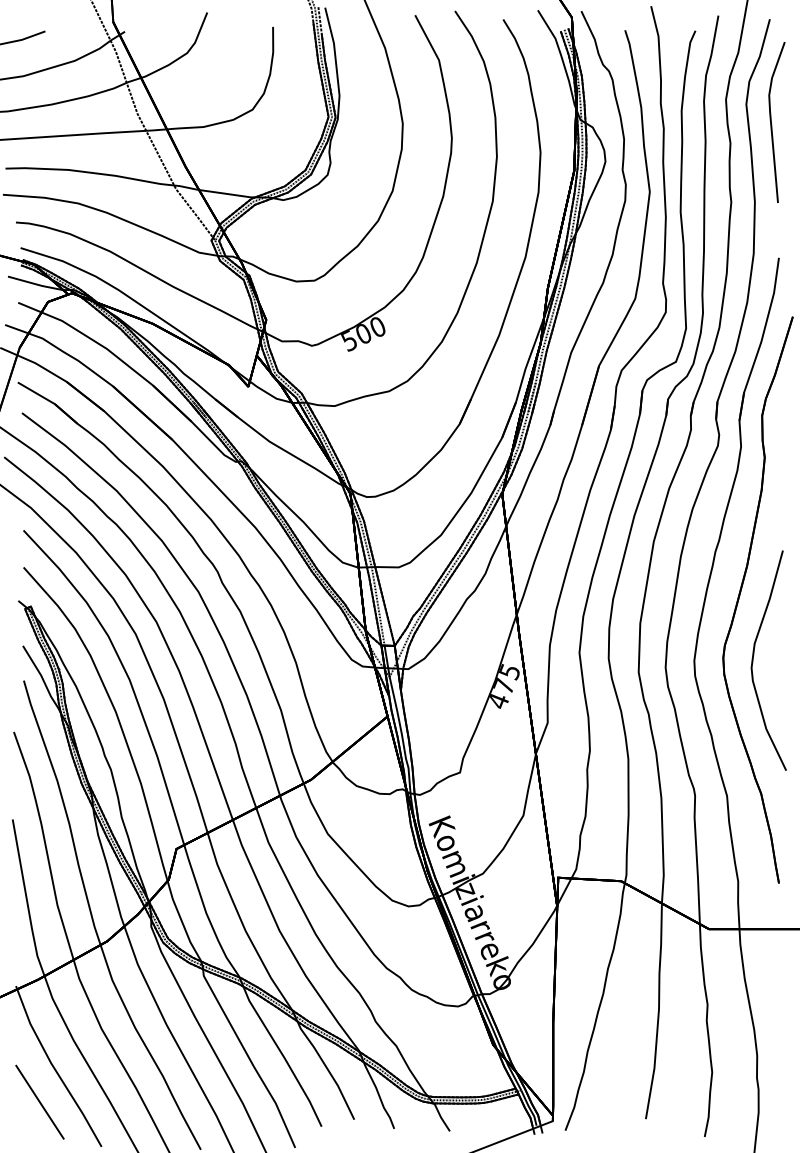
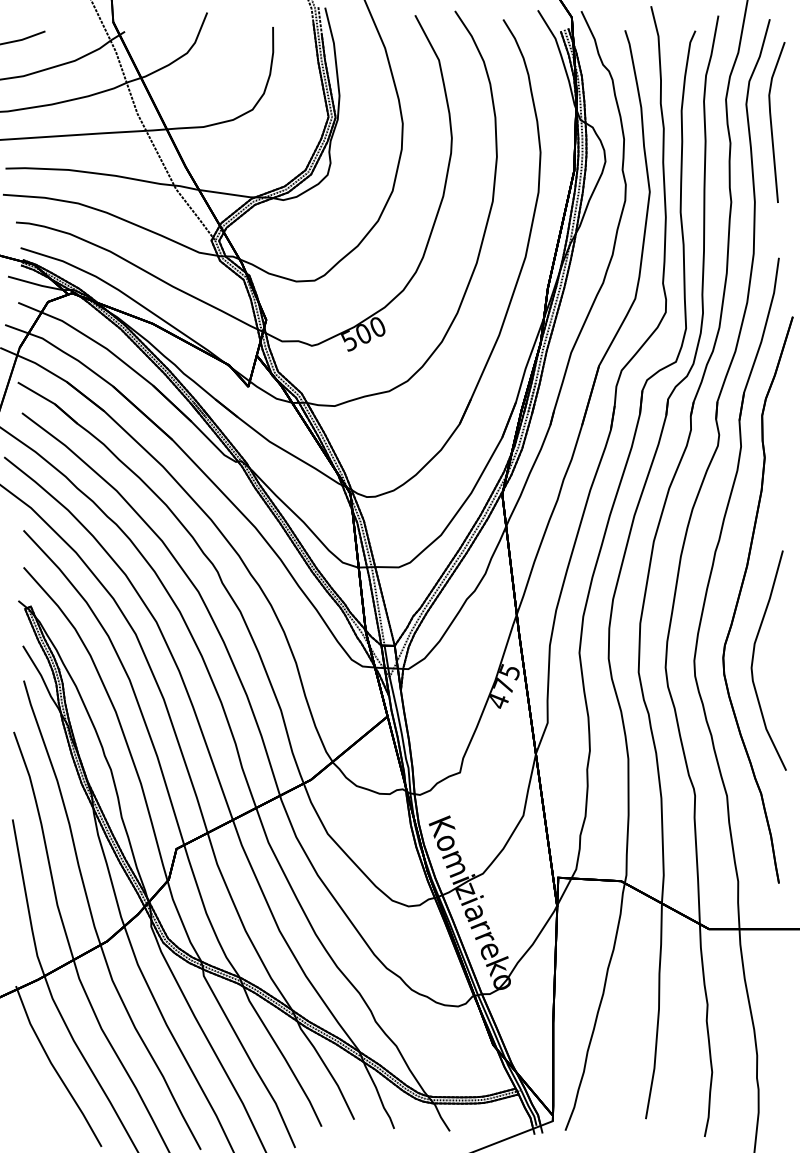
line at (39, 1101): present -> none
